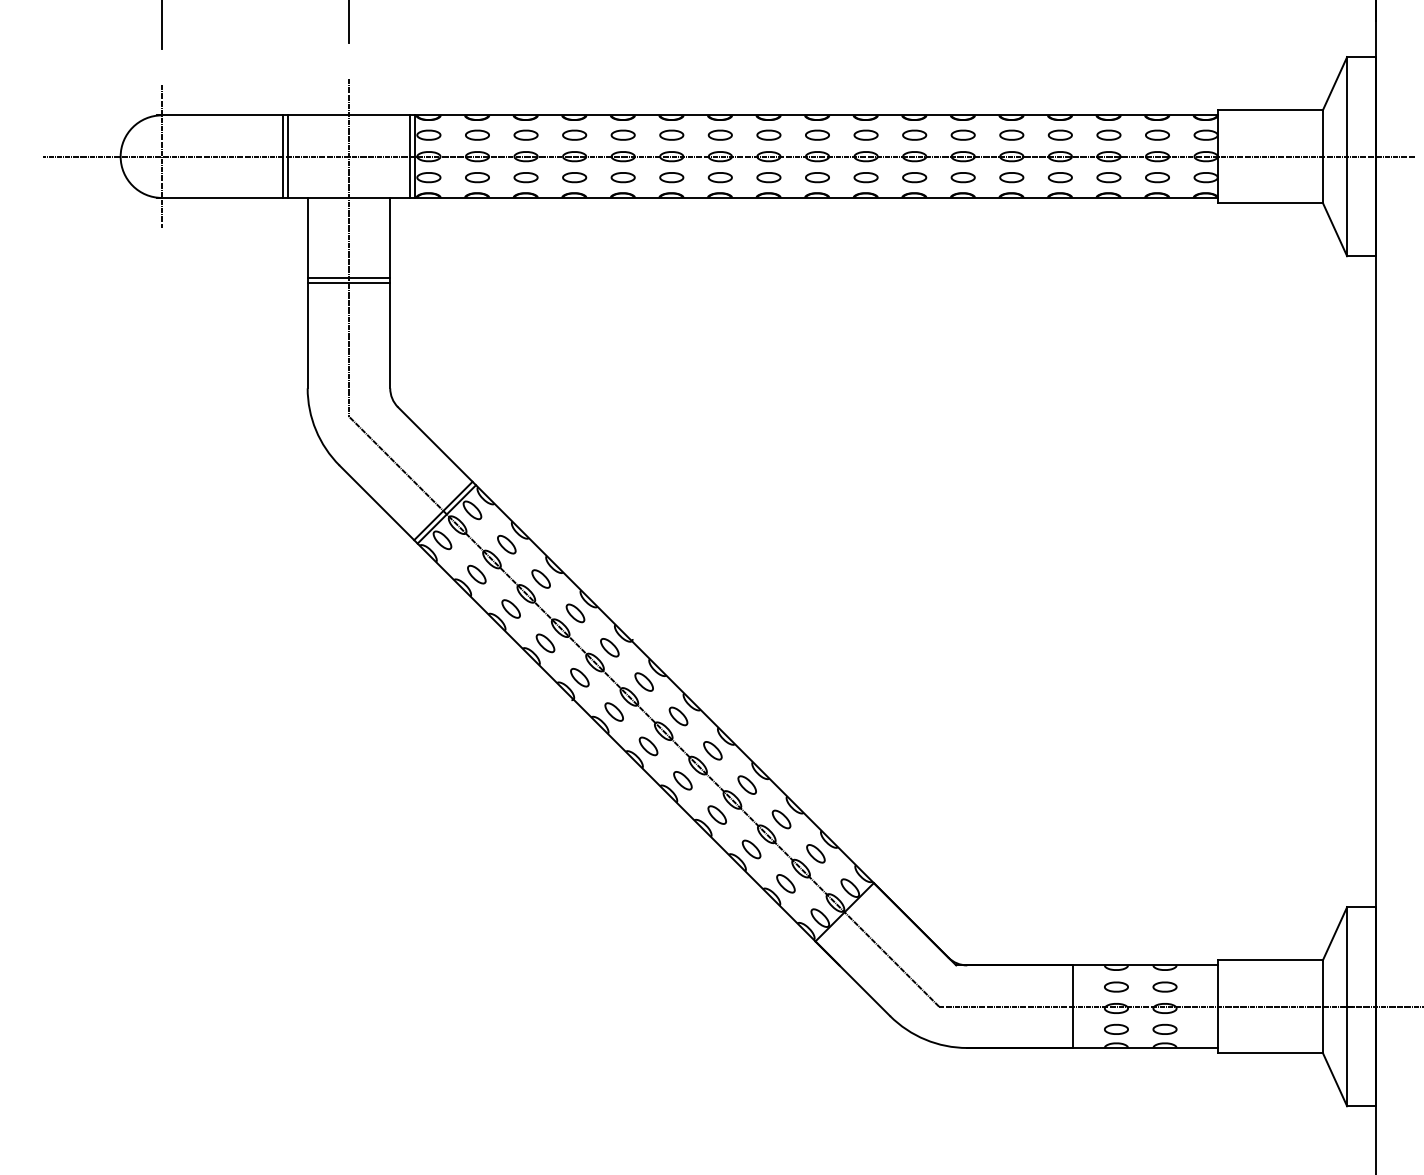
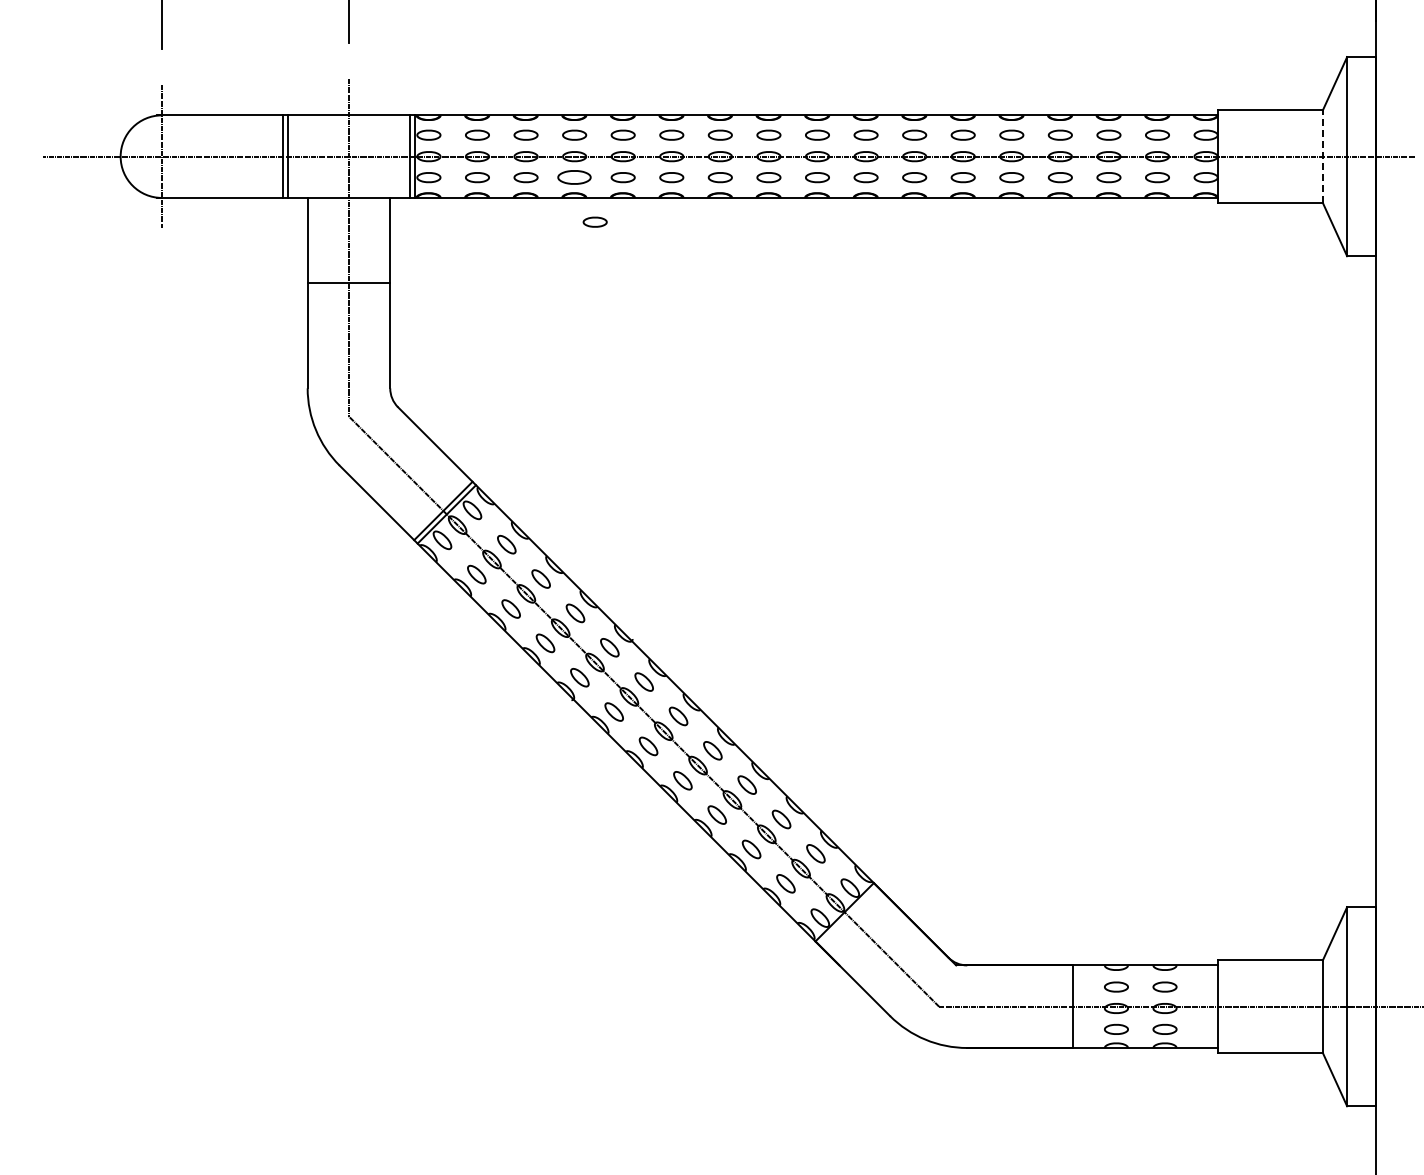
line at (1322, 156): solid -> dashed
part at (574, 177) size: 26x12 px -> 35x15 px
part at (594, 221): none -> present
line at (348, 278): present -> none
